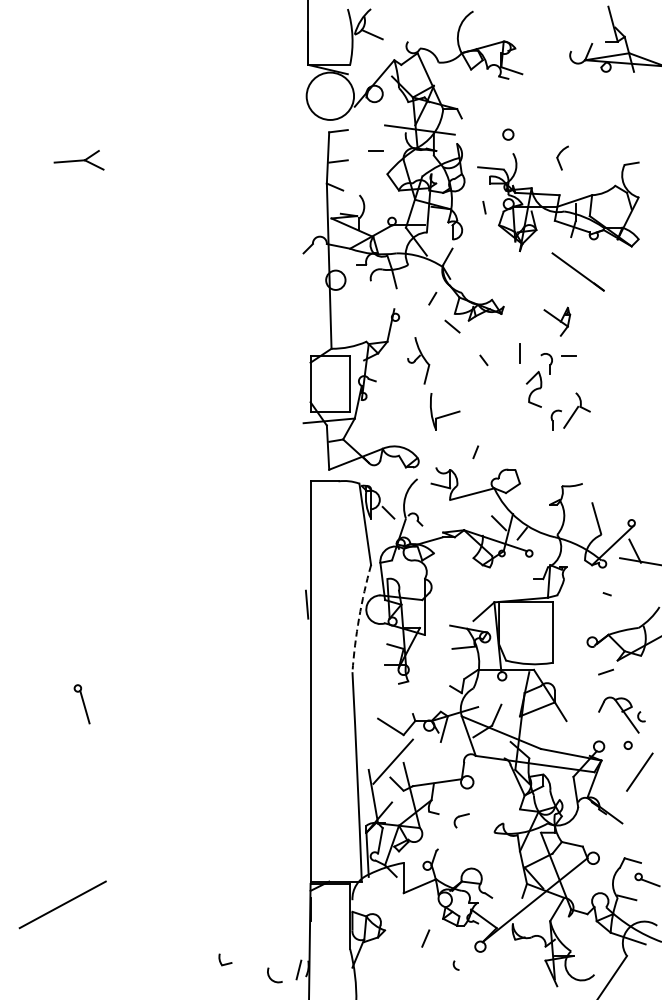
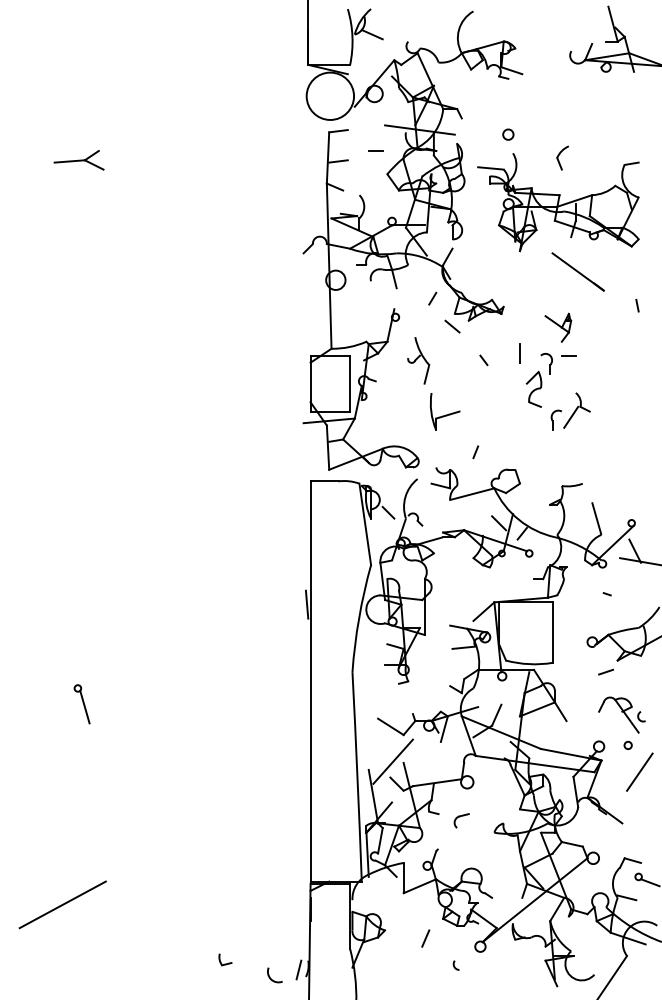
line at (484, 207) position: (484, 207) -> (637, 305)
part at (557, 321) position: (557, 321) -> (558, 327)
arc at (359, 618): dashed -> solid
